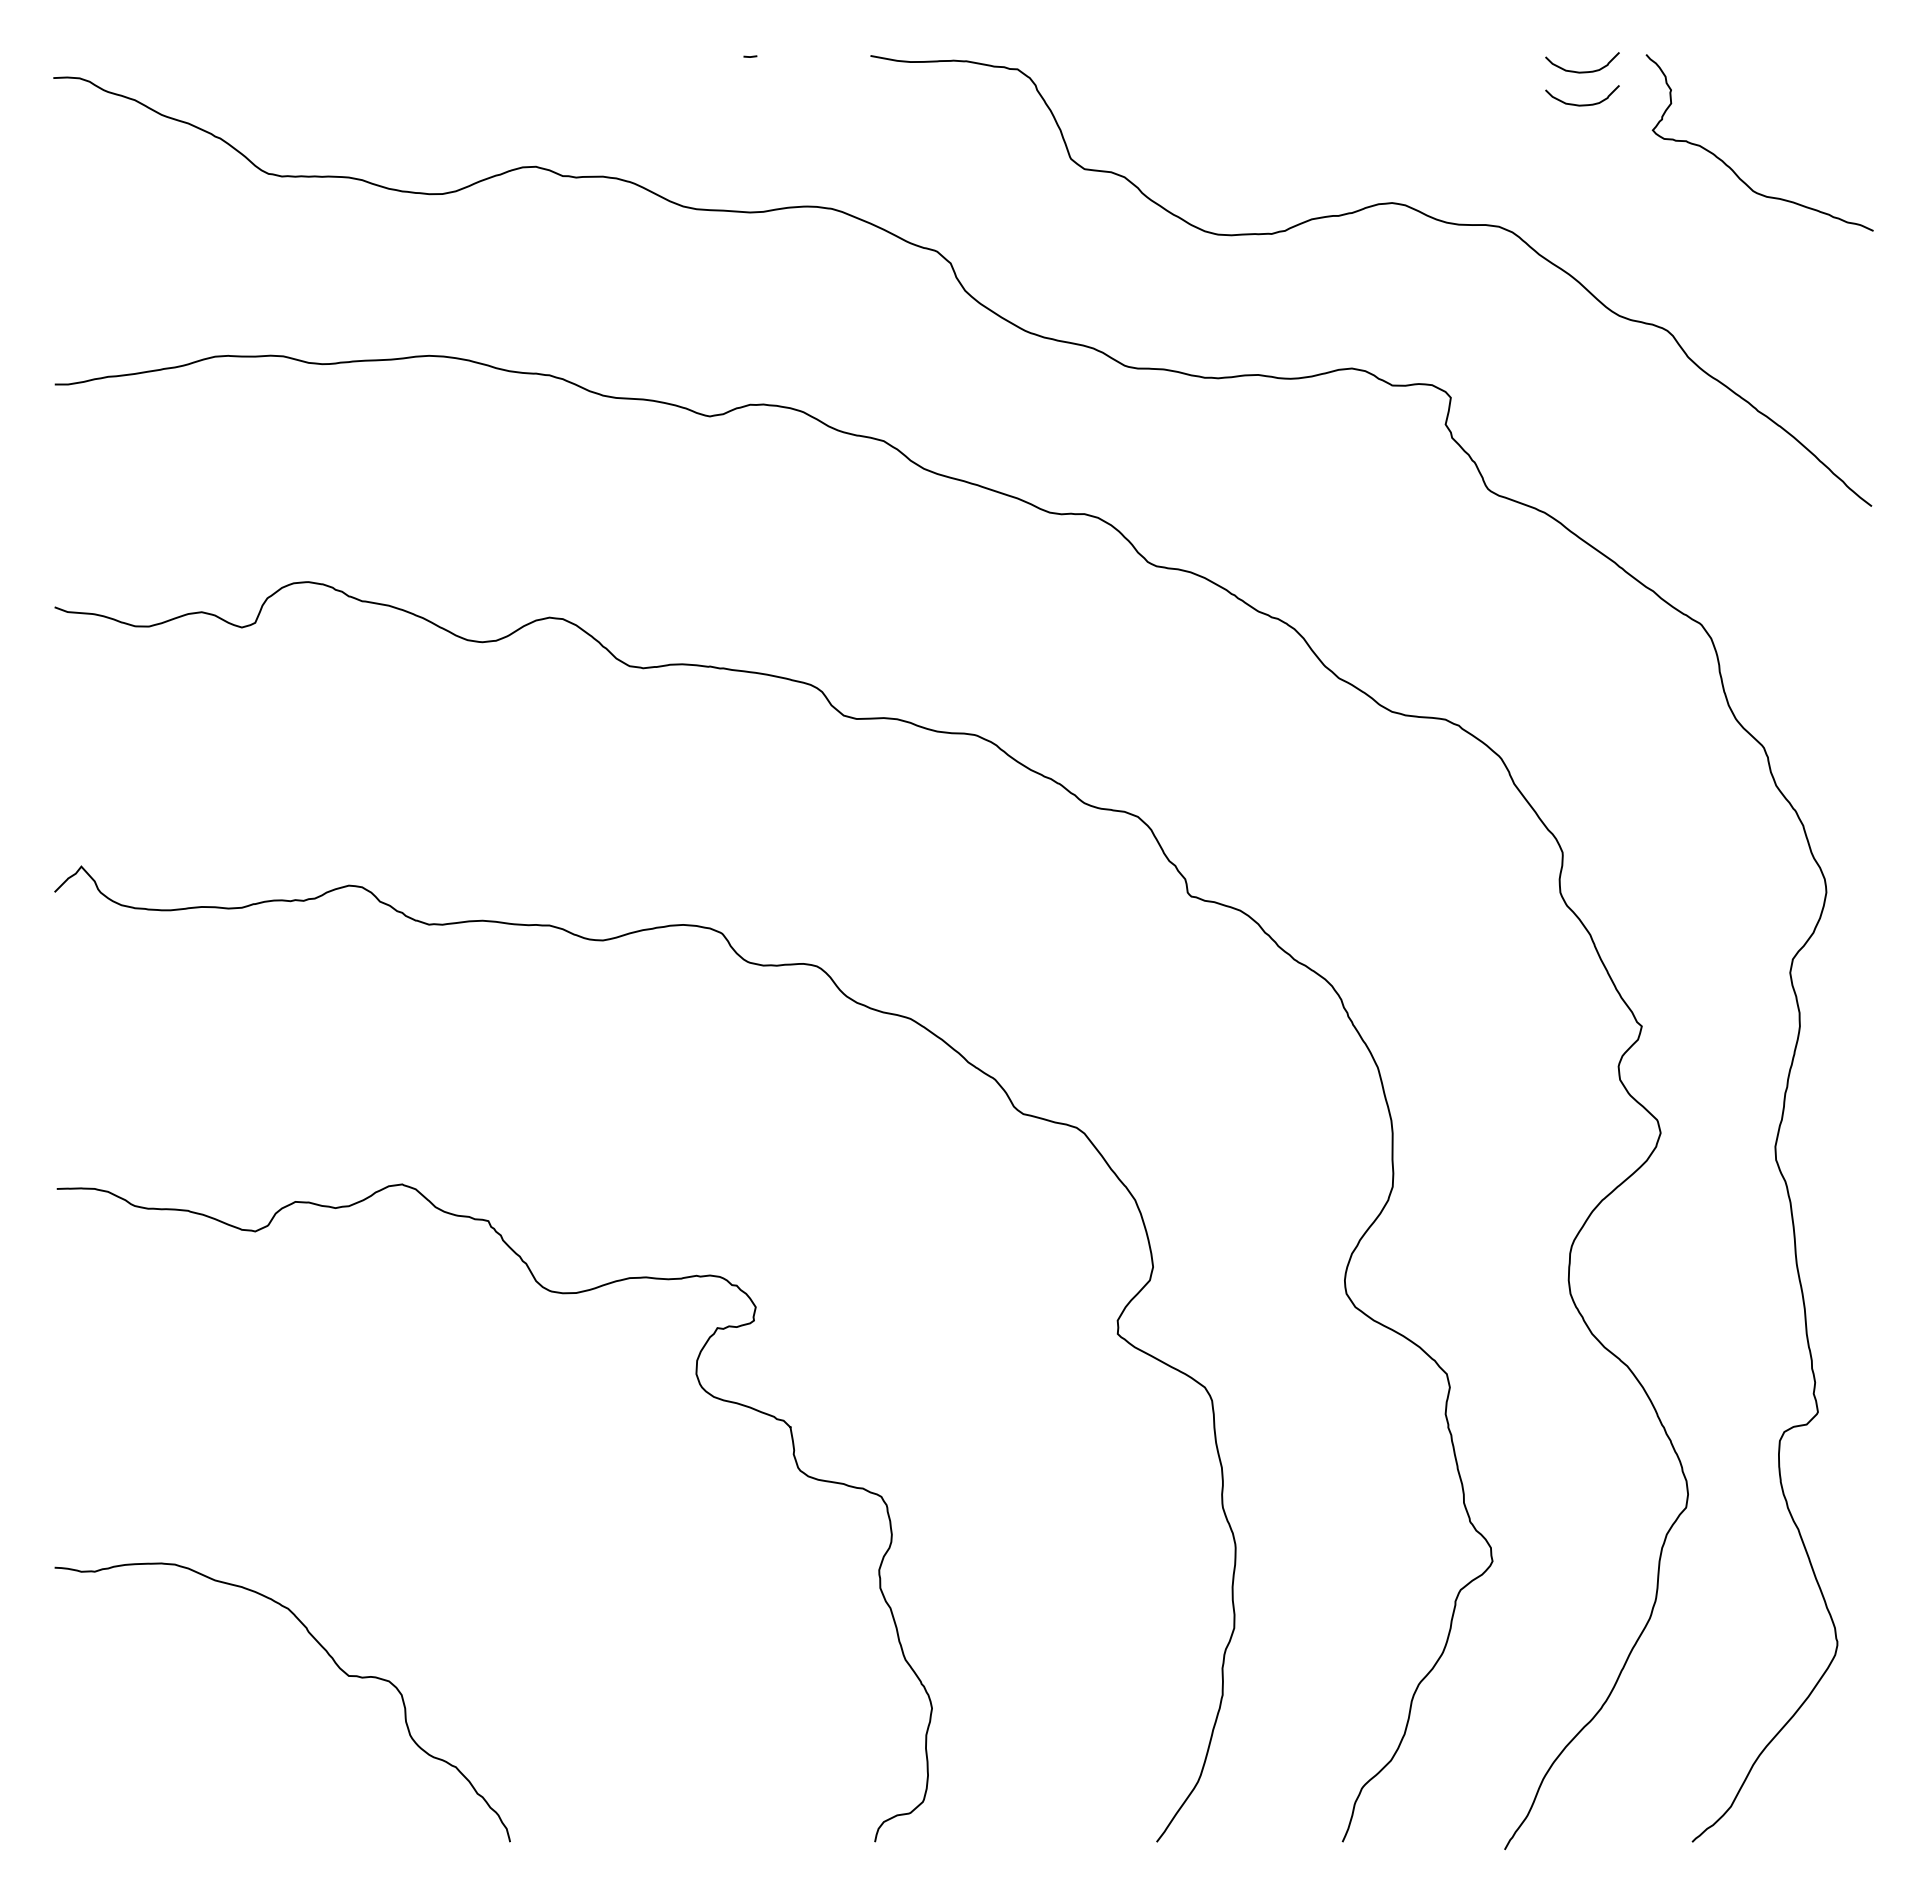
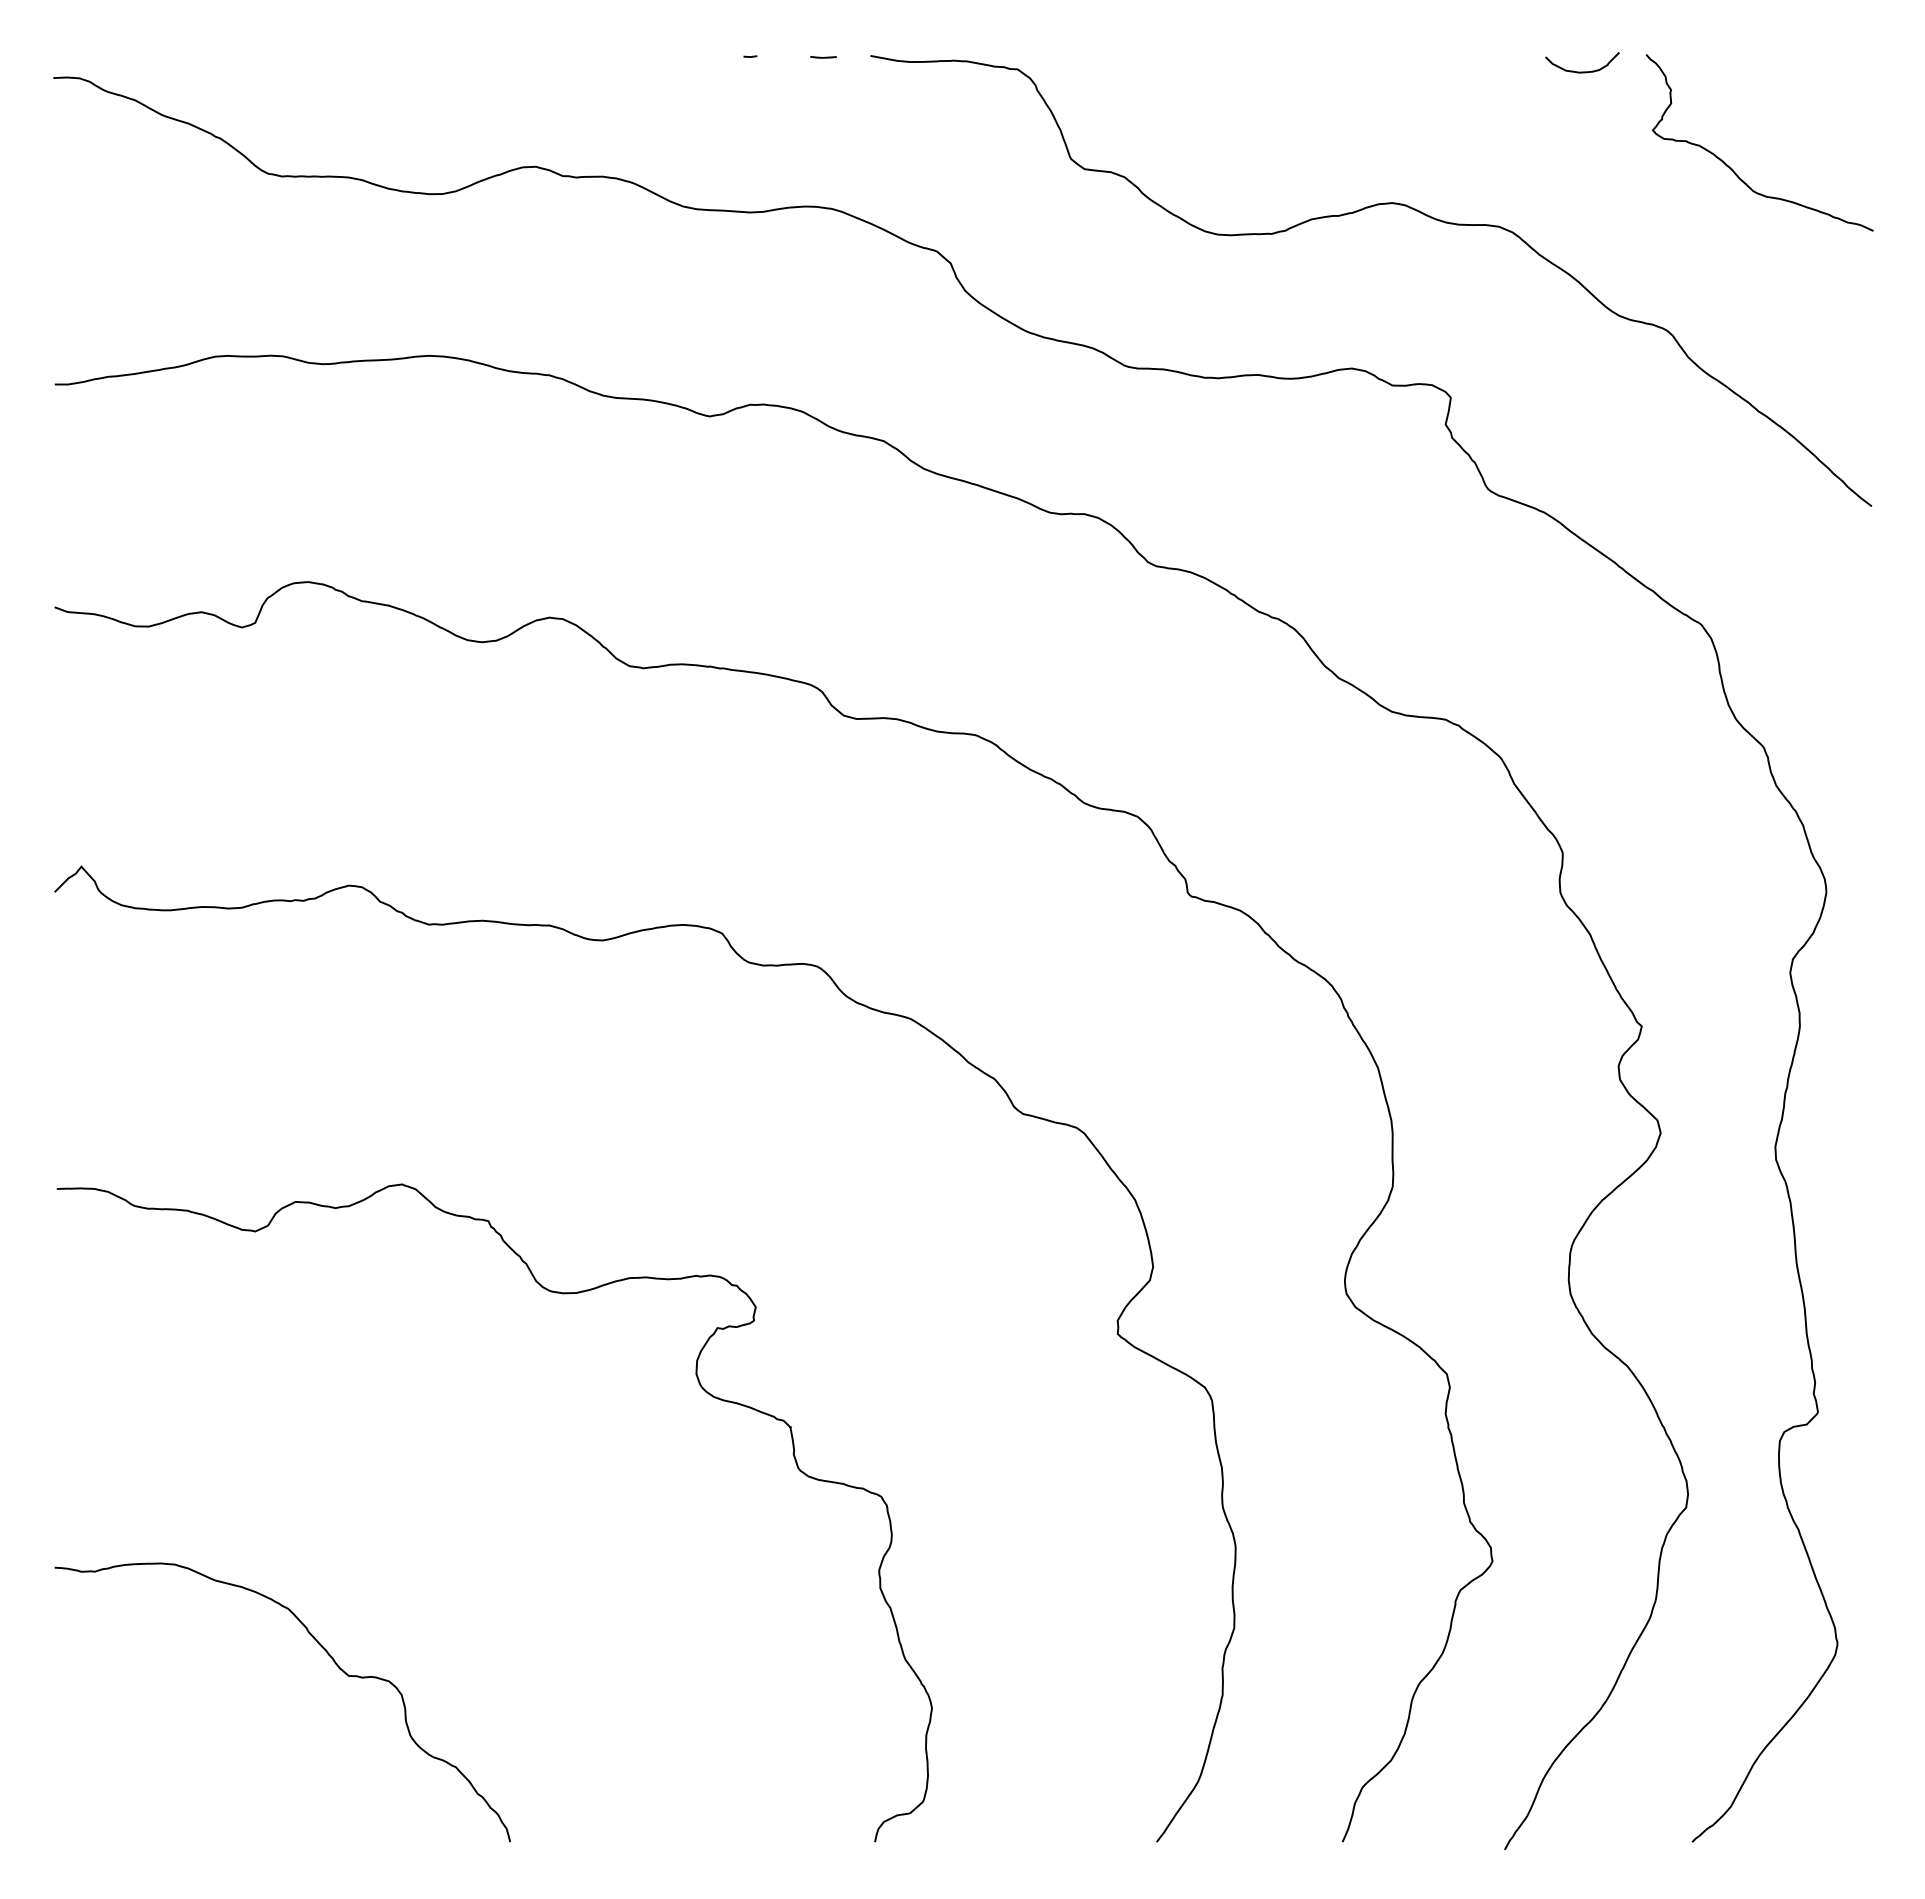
line at (823, 57): none -> present
curve at (1582, 104): present -> none
